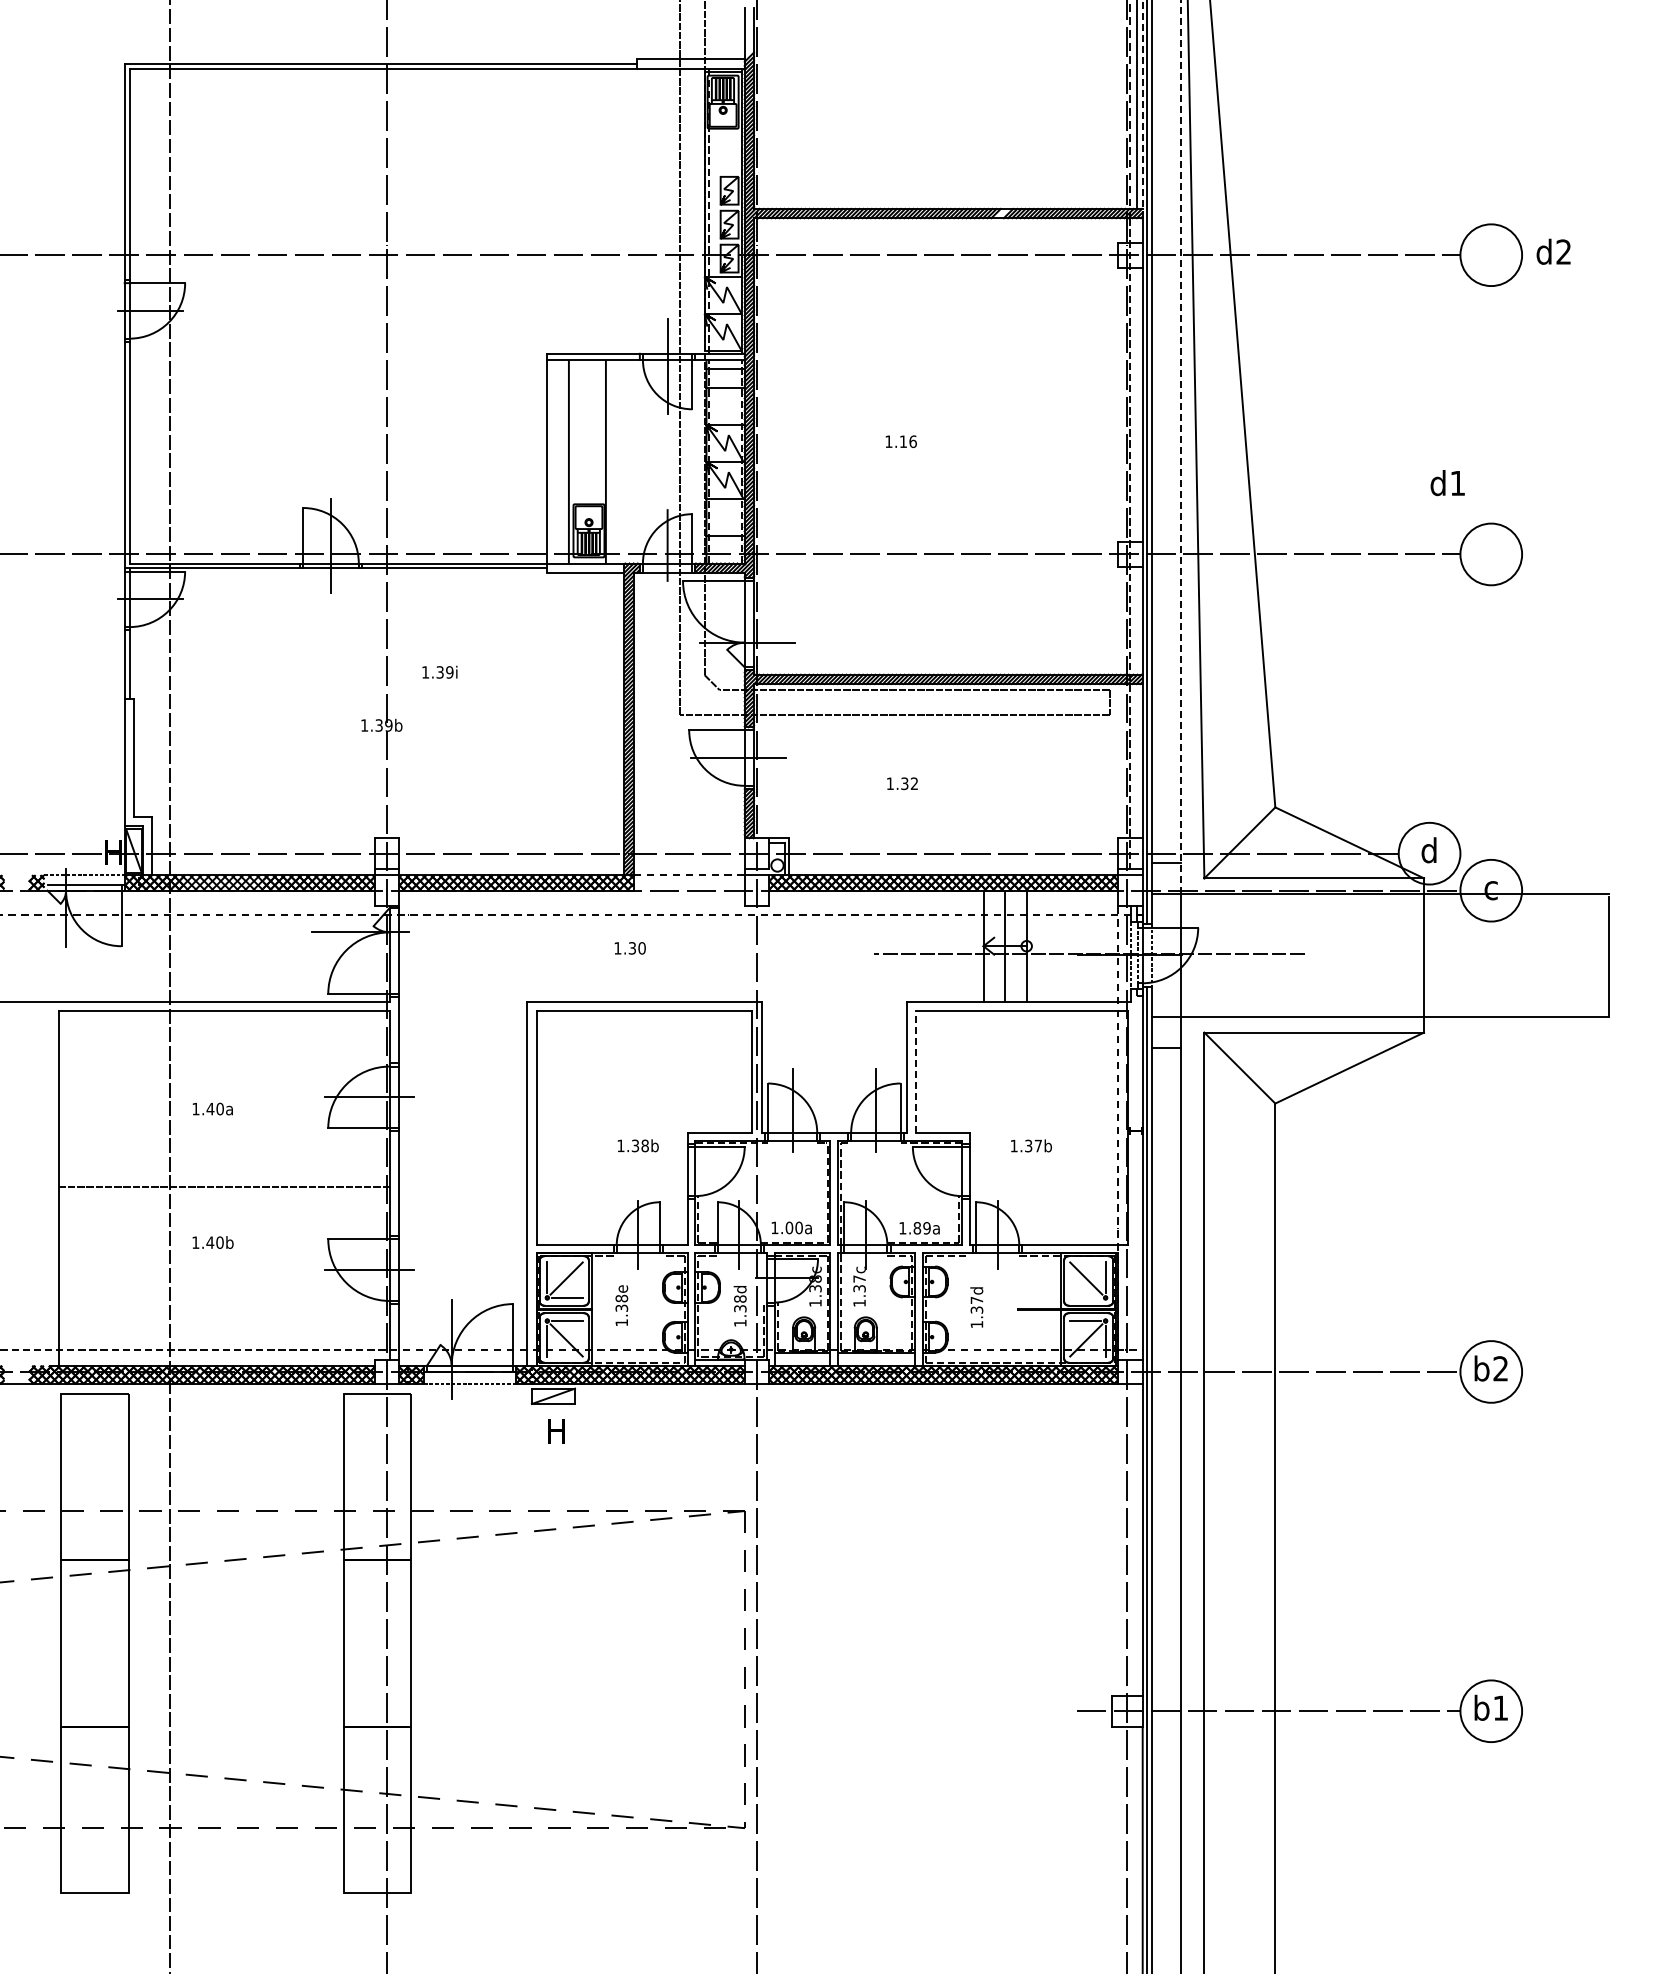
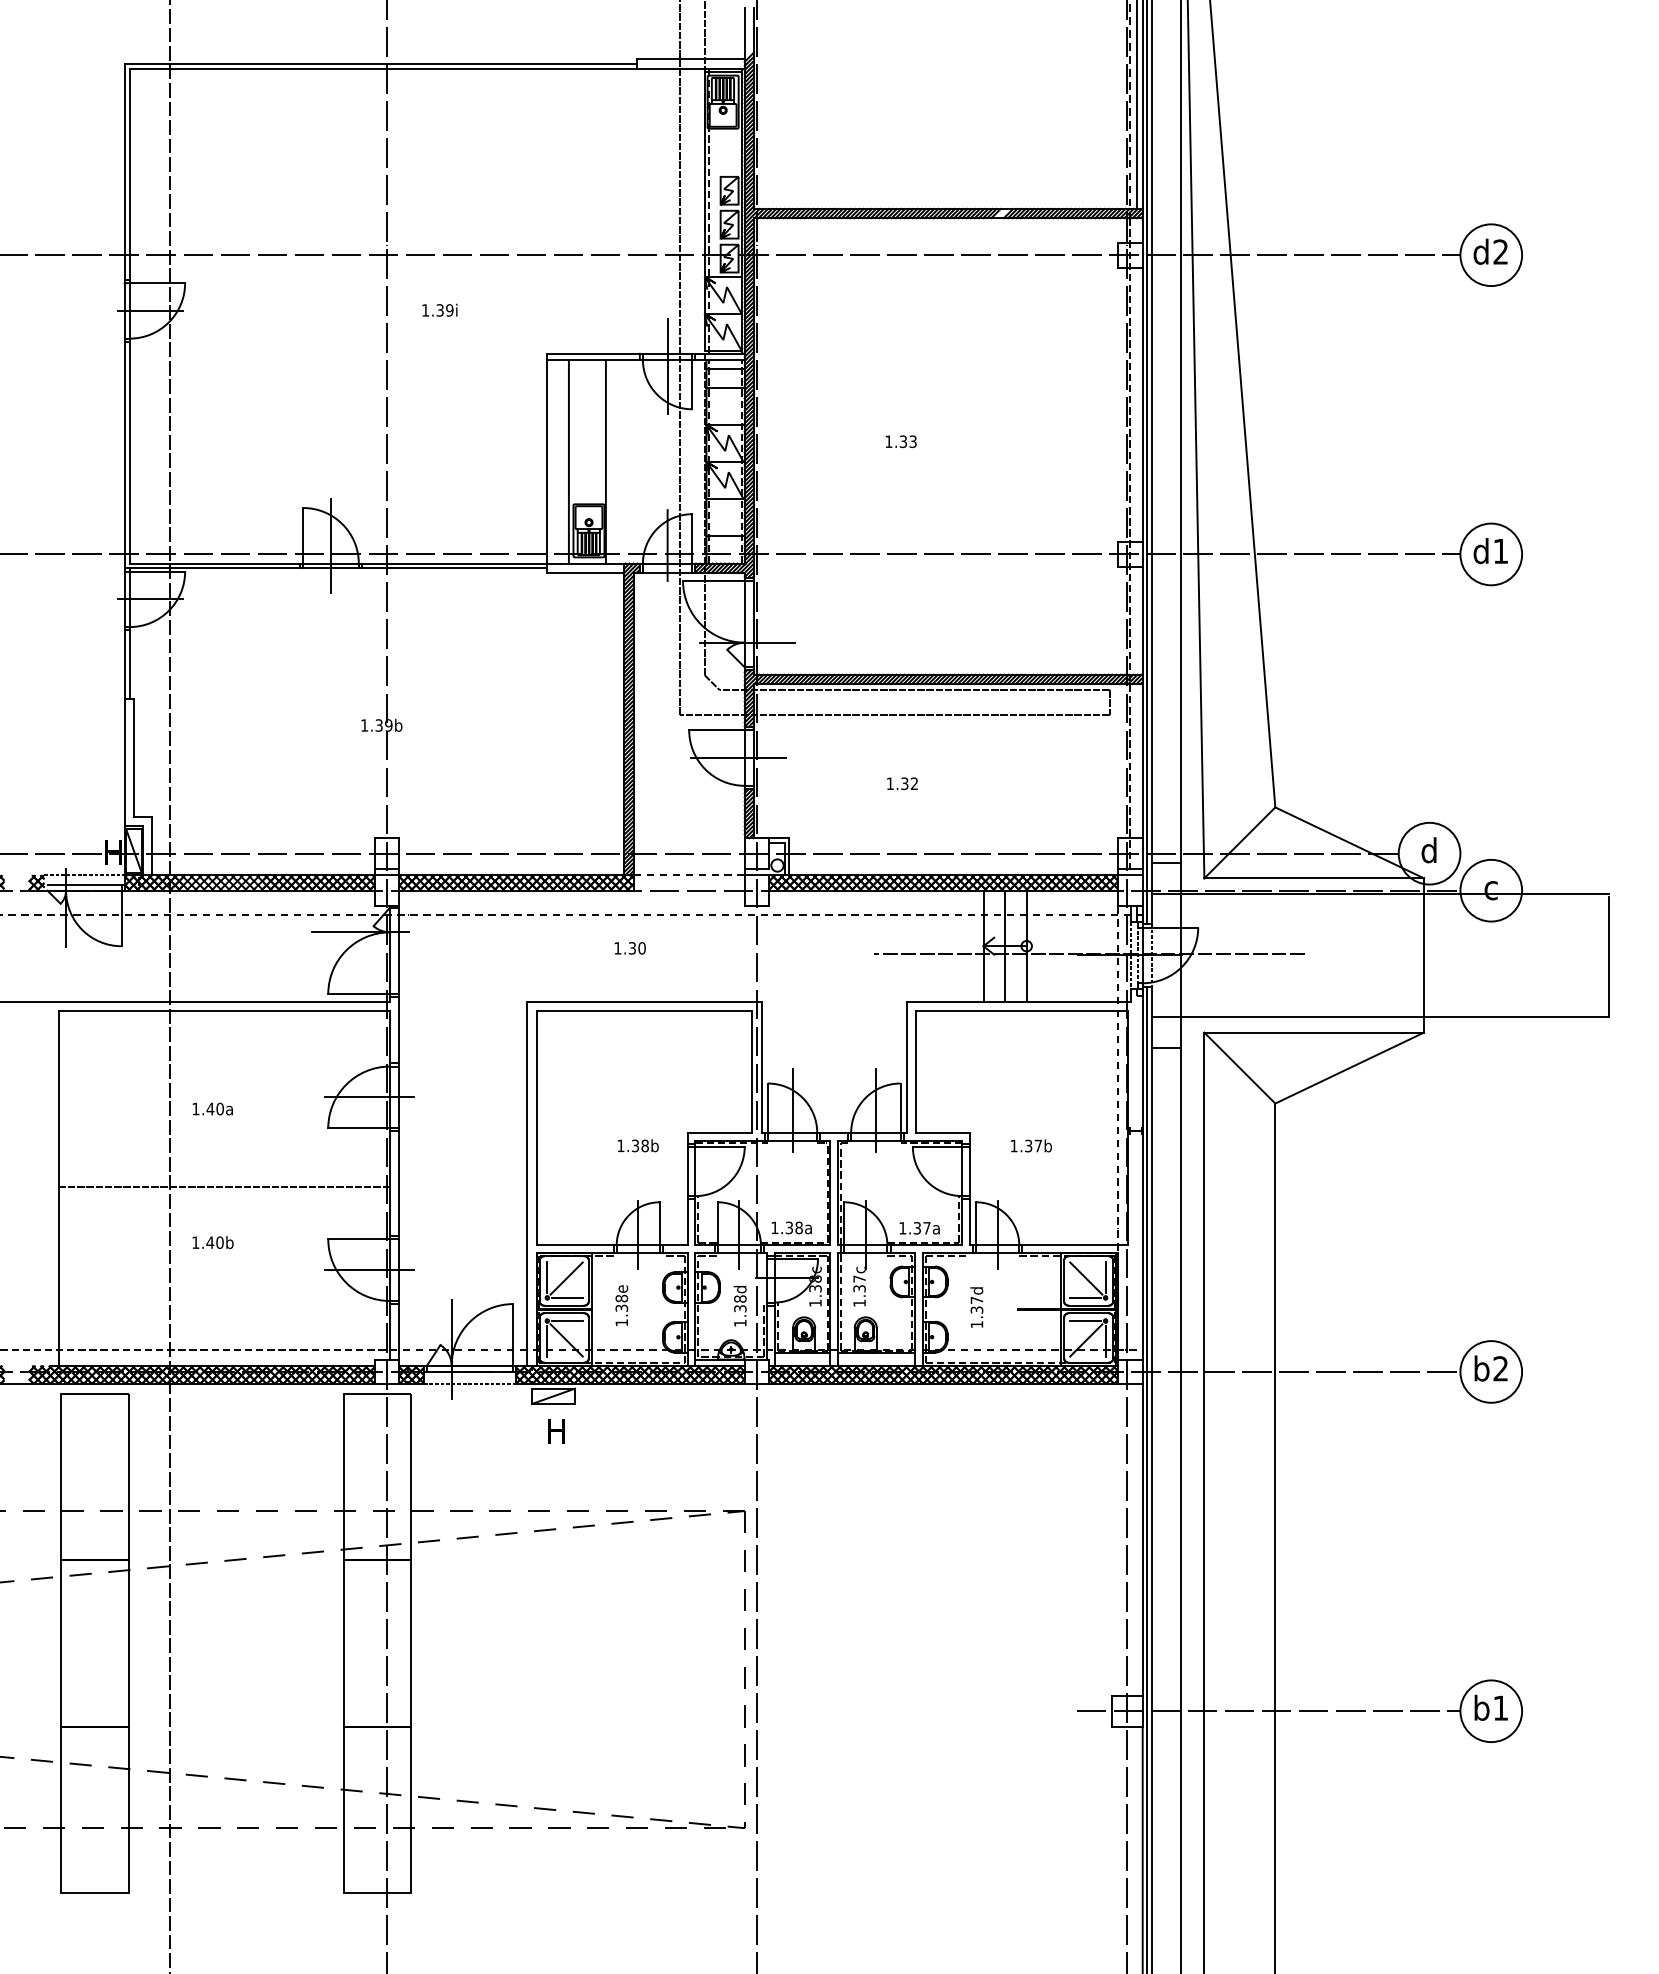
line at (1142, 109): dashed -> solid
text at (1553, 251) position: (1553, 251) -> (1490, 251)
text at (907, 441): 1.16 -> 1.33
line at (1180, 446): dashed -> solid
text at (1447, 483) position: (1447, 483) -> (1490, 551)
text at (439, 671) position: (439, 671) -> (439, 309)
line at (915, 1071): dashed -> solid
text at (793, 1227): 1.00a -> 1.38a
text at (921, 1228): 1.89a -> 1.37a
line at (1085, 1297): none -> present
